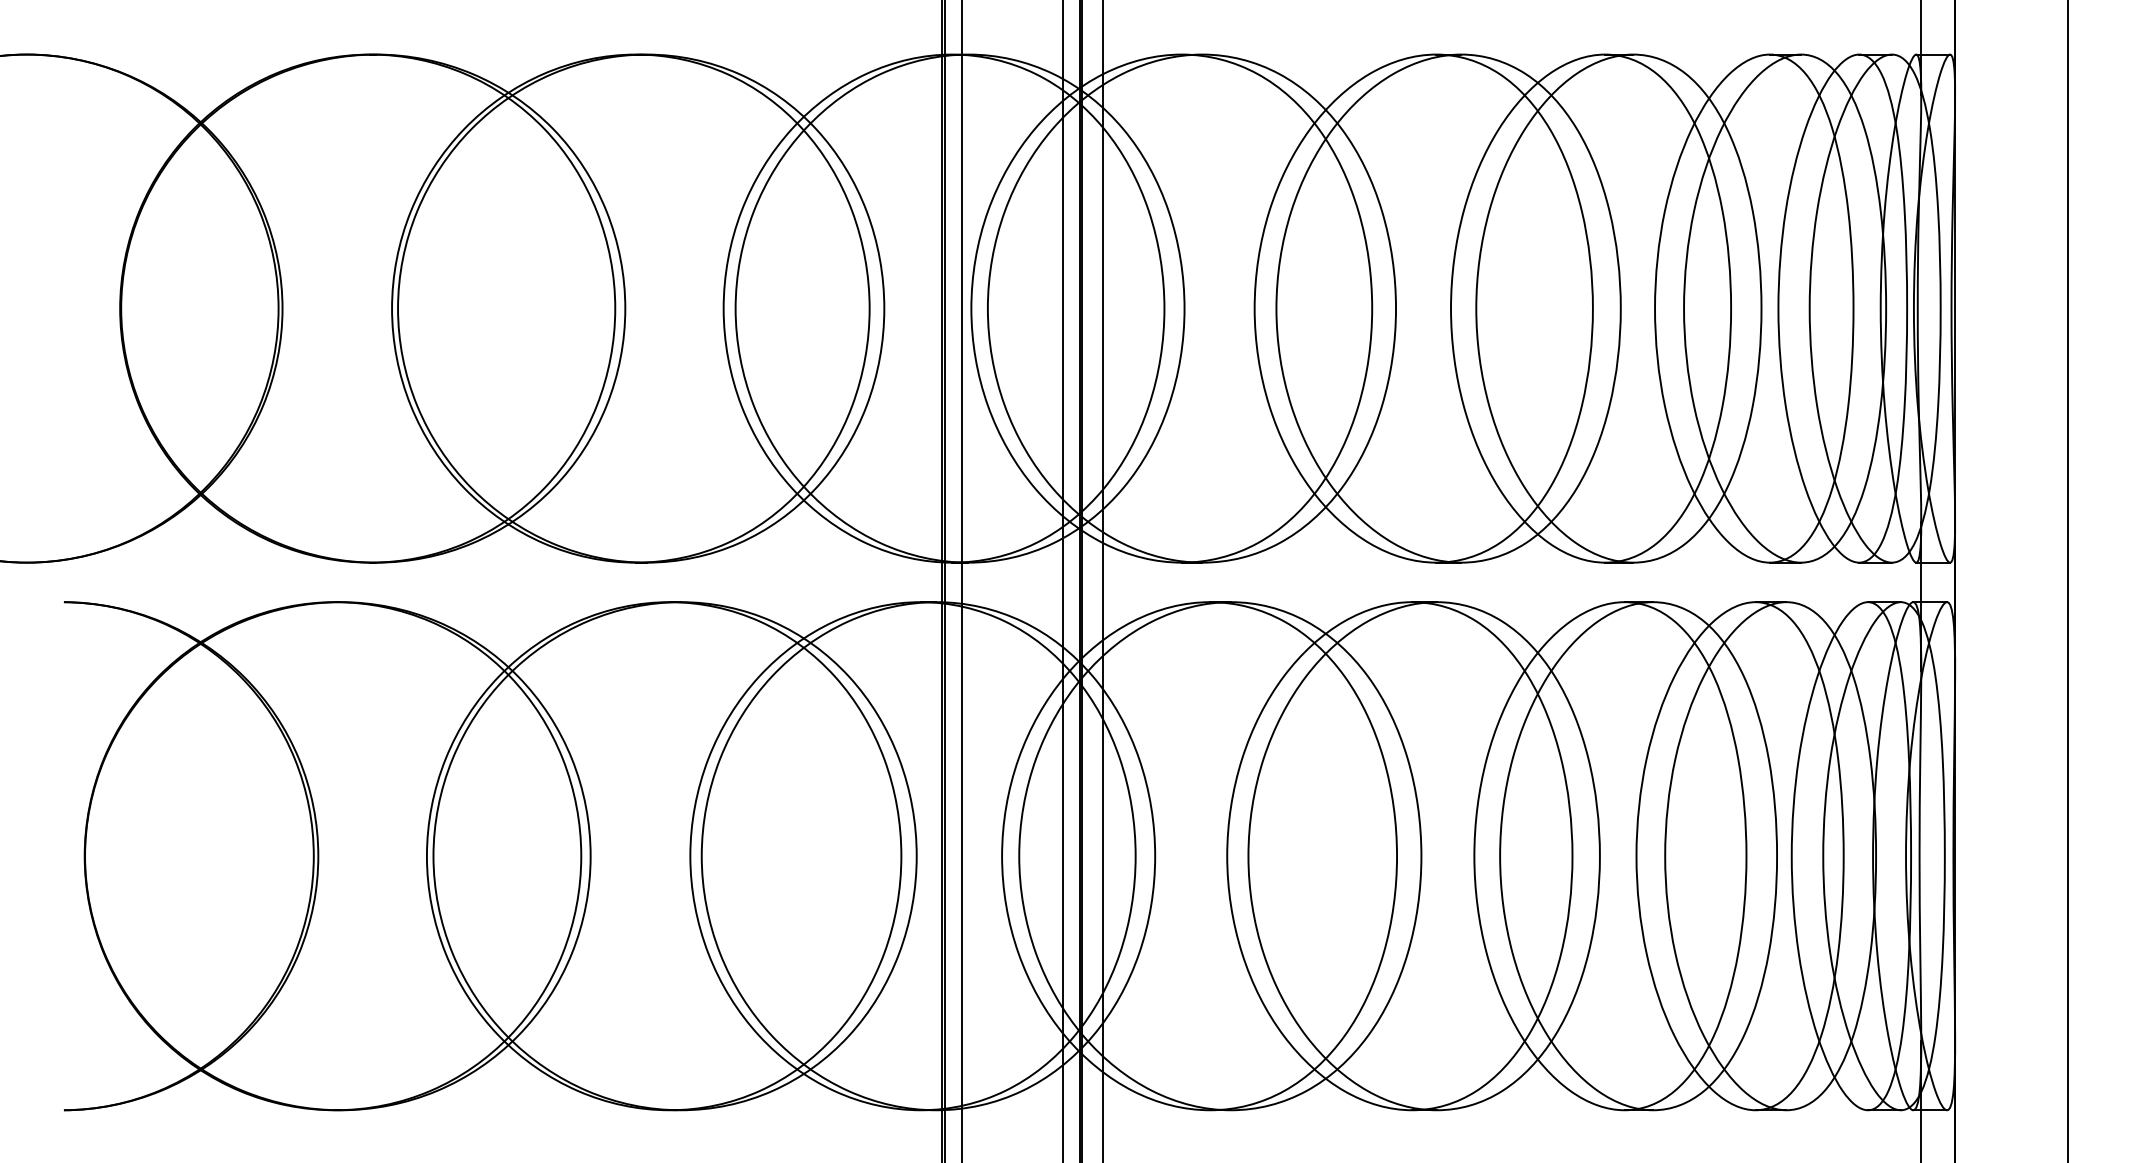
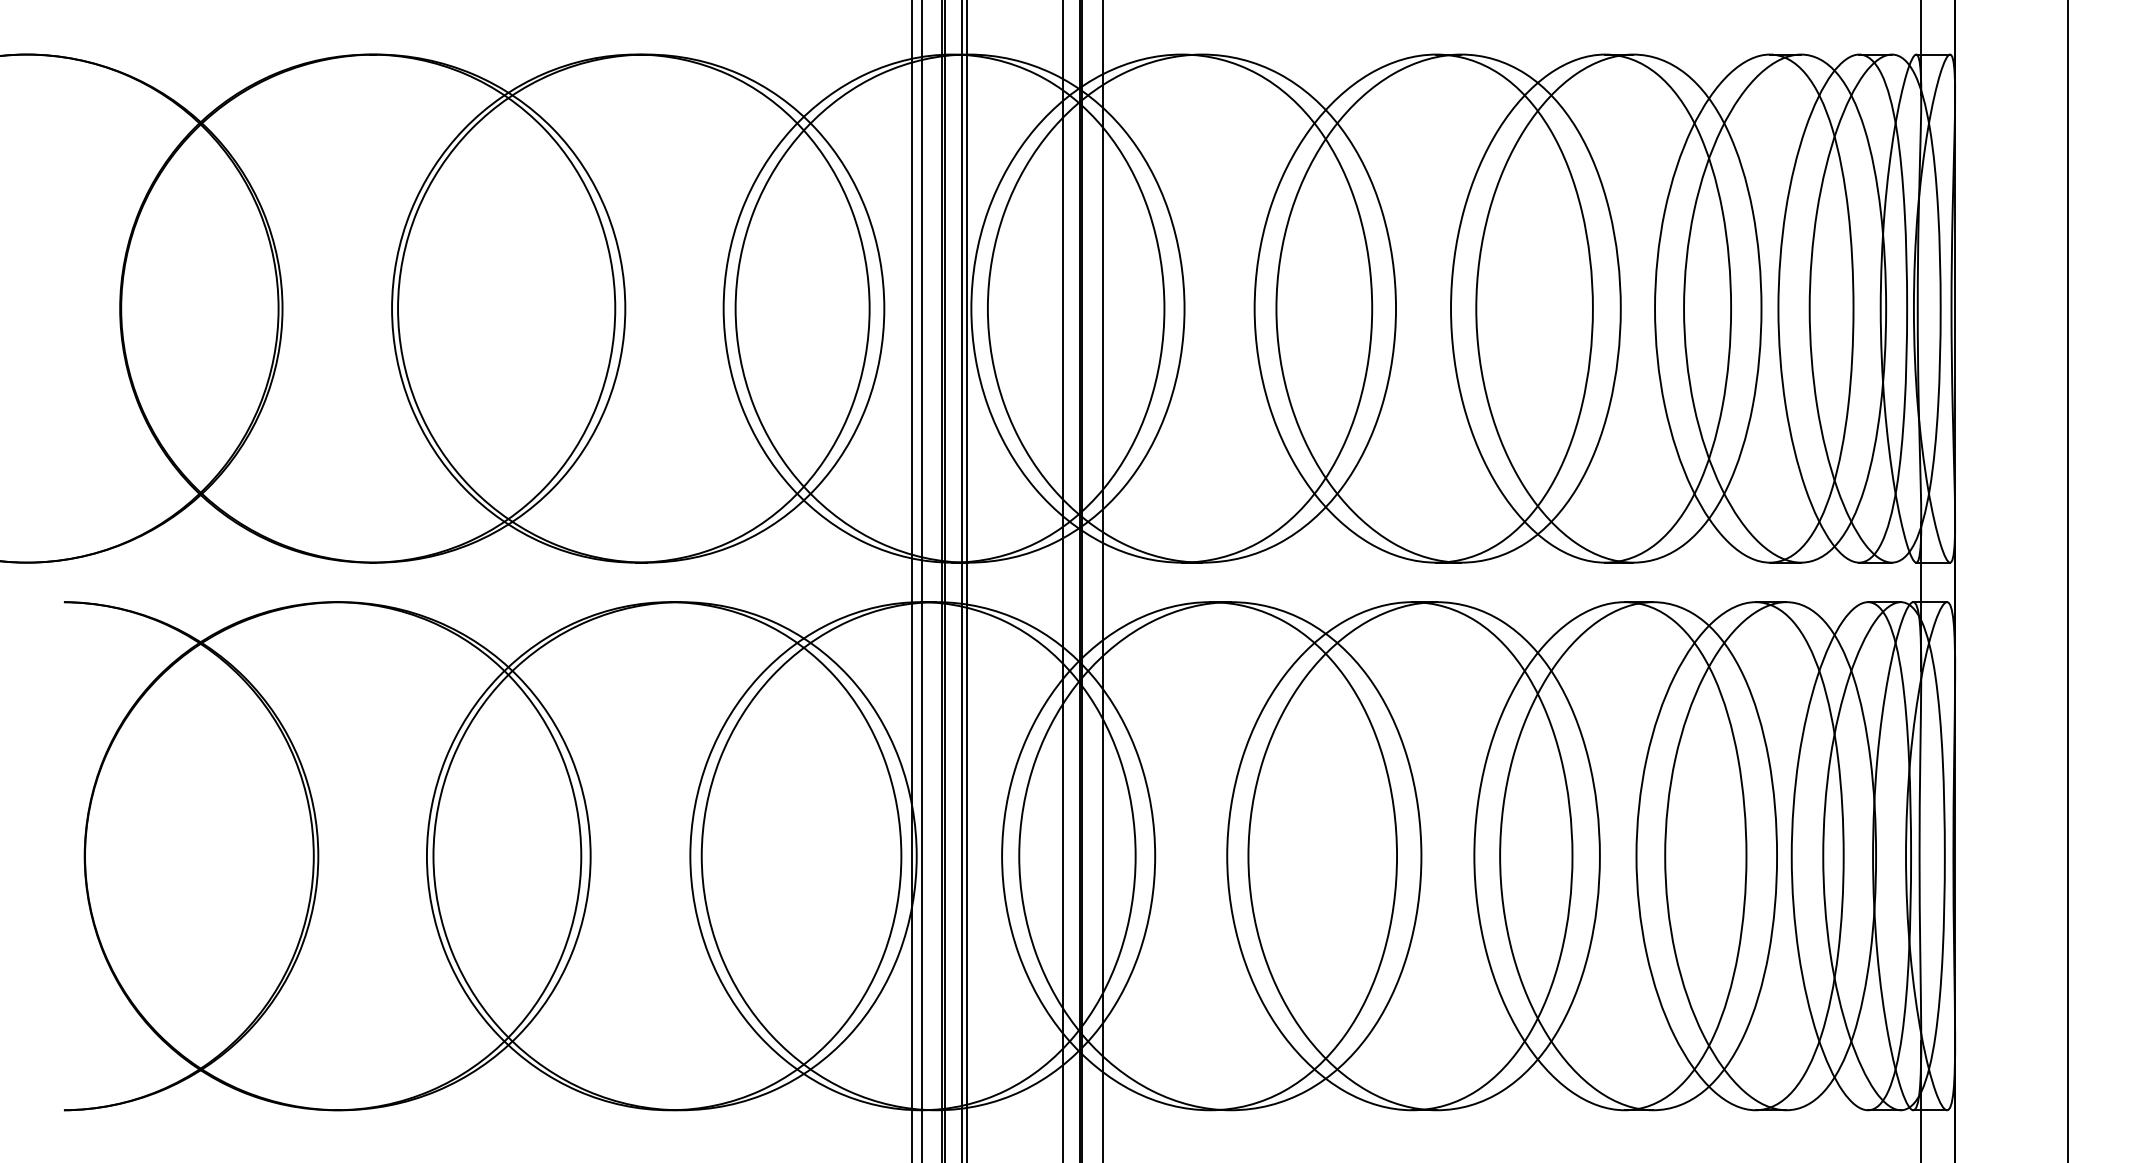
line at (911, 580): none -> present
line at (922, 580): none -> present
line at (967, 580): none -> present
